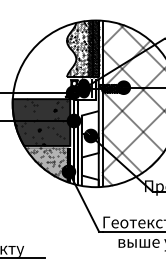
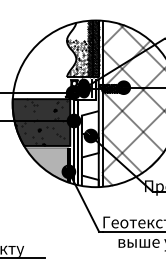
hatch at (77, 29): present -> none
hatch at (48, 163): present -> none
